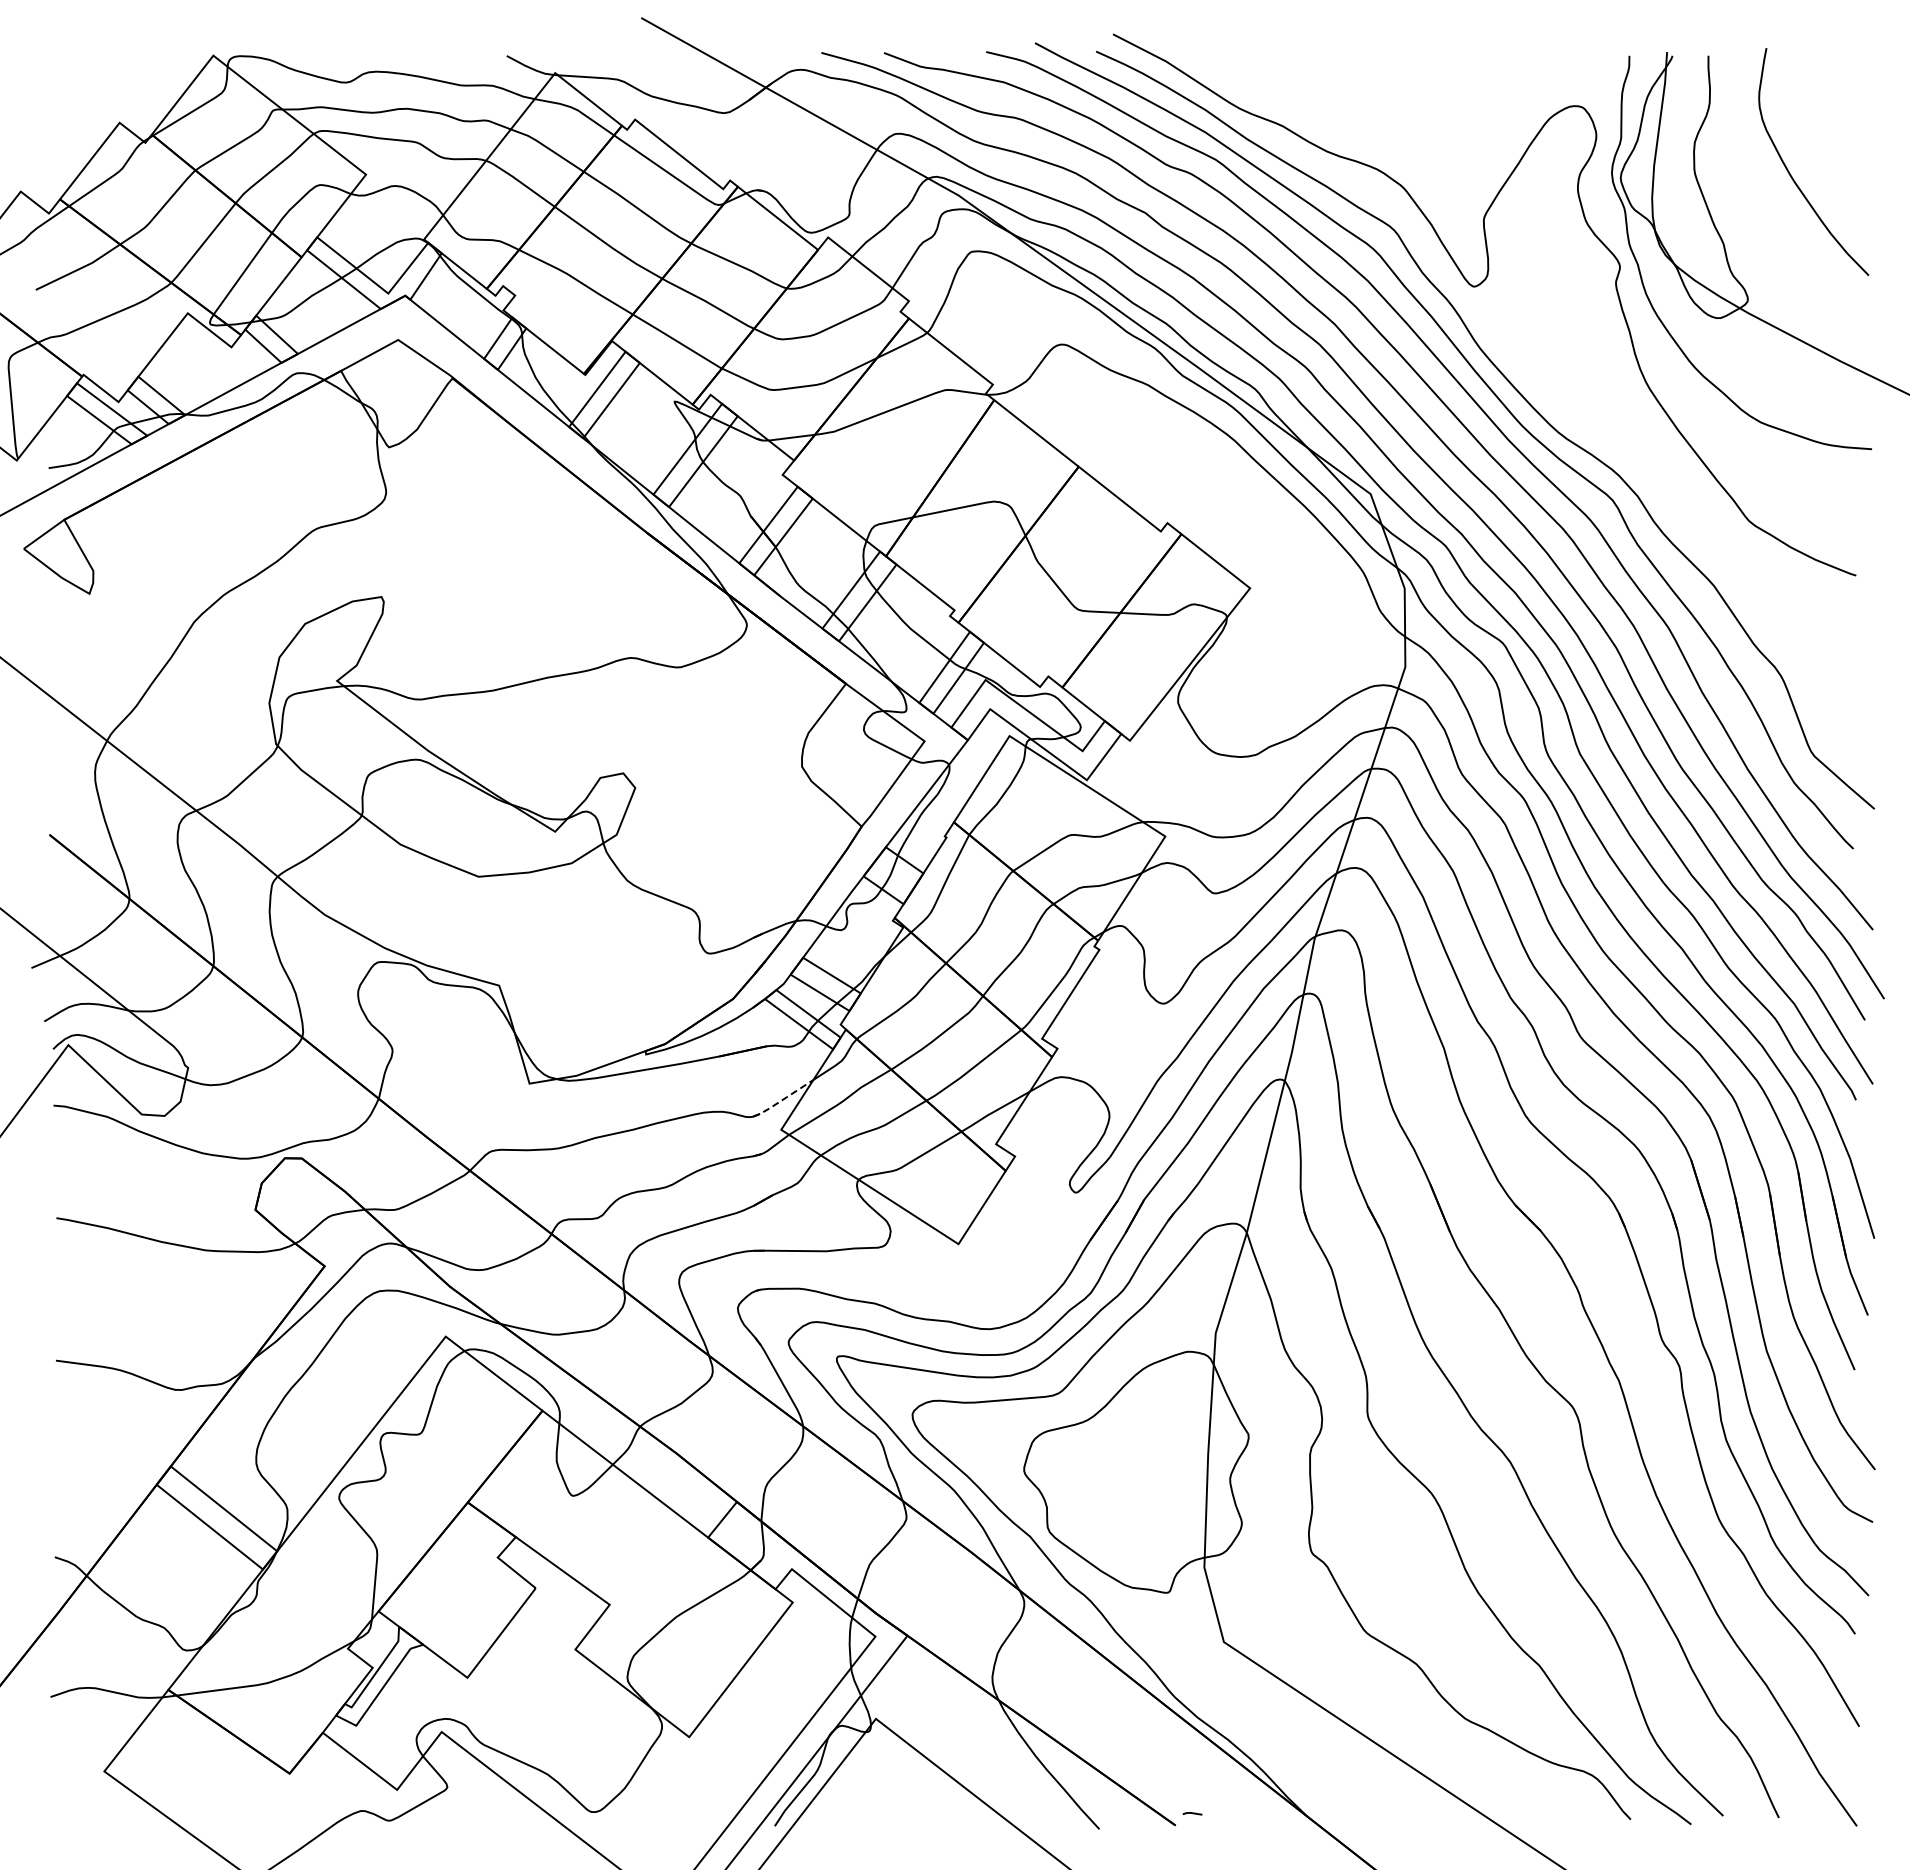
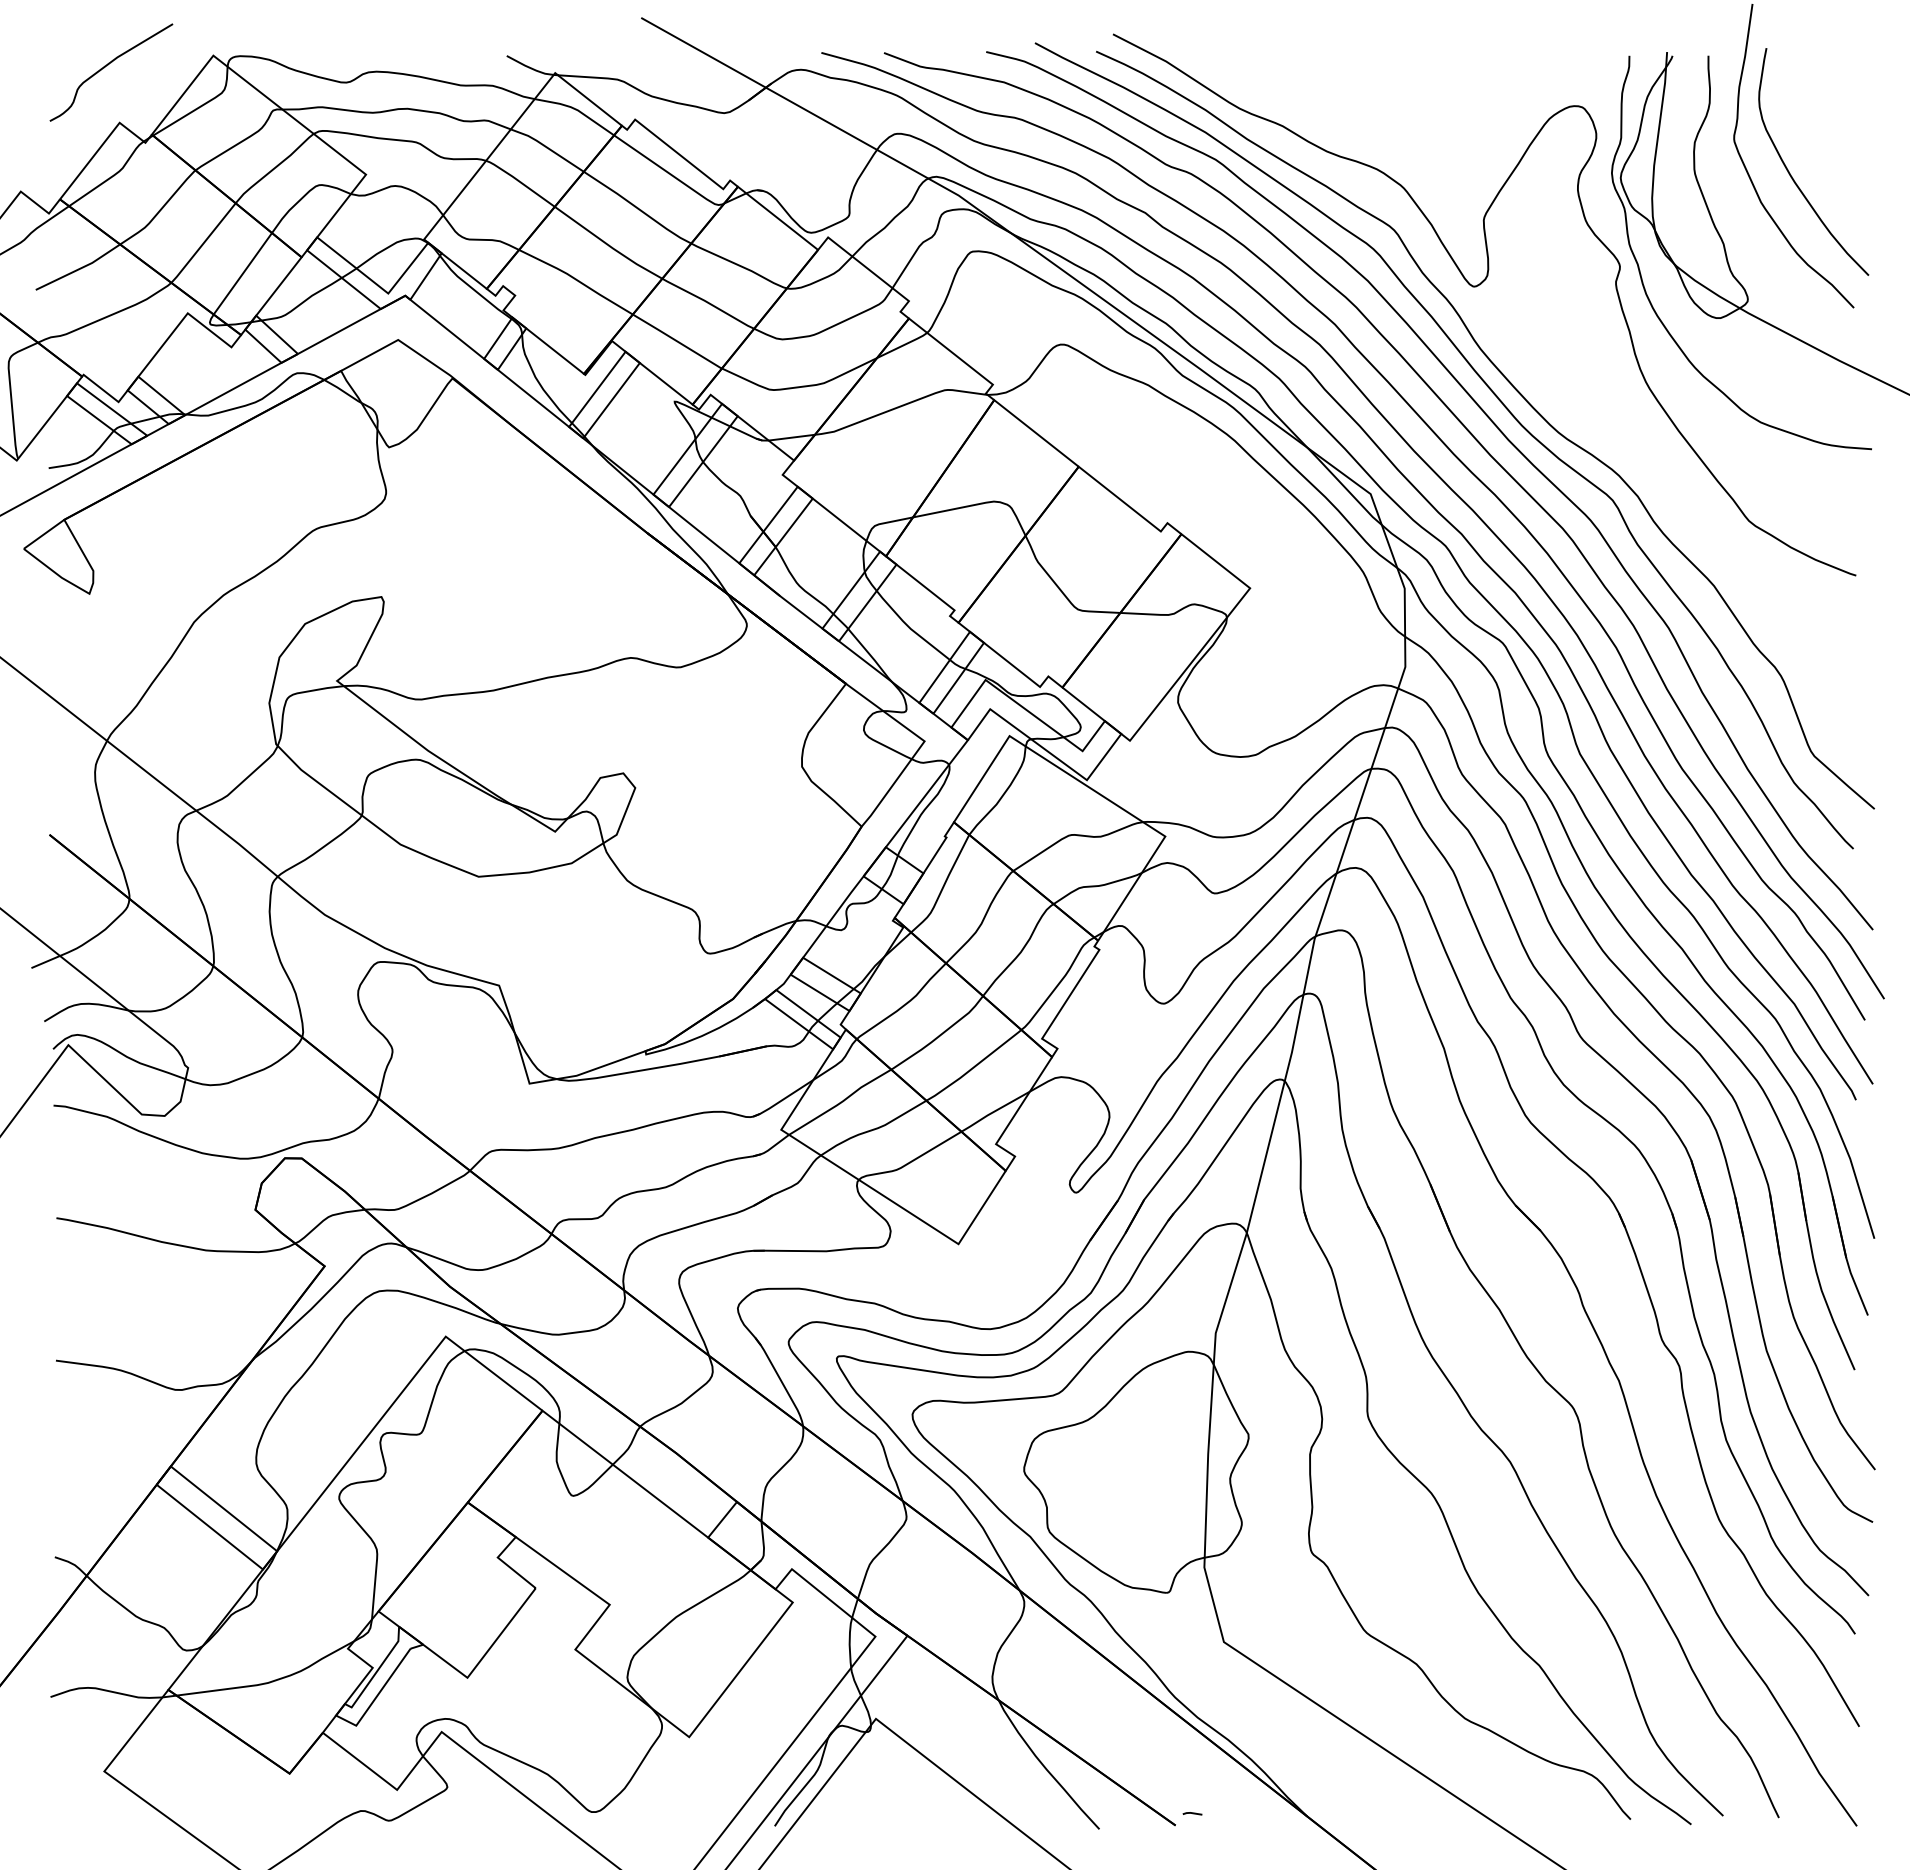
curve at (108, 65): none -> present
curve at (1751, 178): none -> present
line at (782, 1099): dashed -> solid
